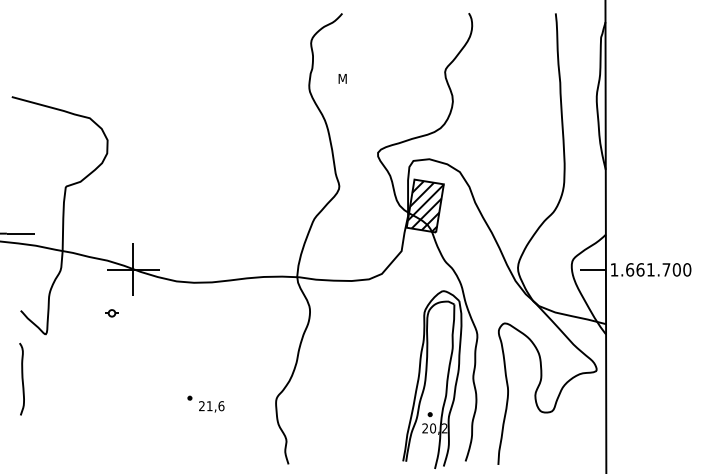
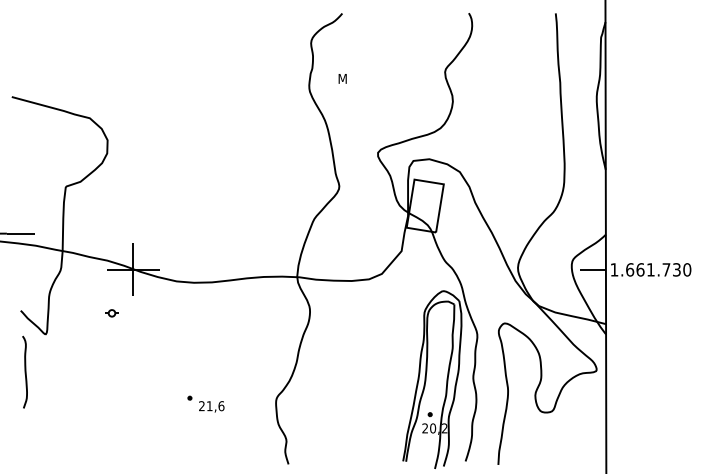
hatch at (425, 206): present -> none
text at (676, 269): 1.661.700 -> 1.661.730
curve at (21, 378) position: (21, 378) -> (24, 371)
